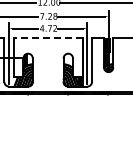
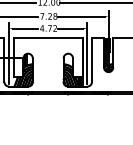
line at (47, 38): dashed -> solid
